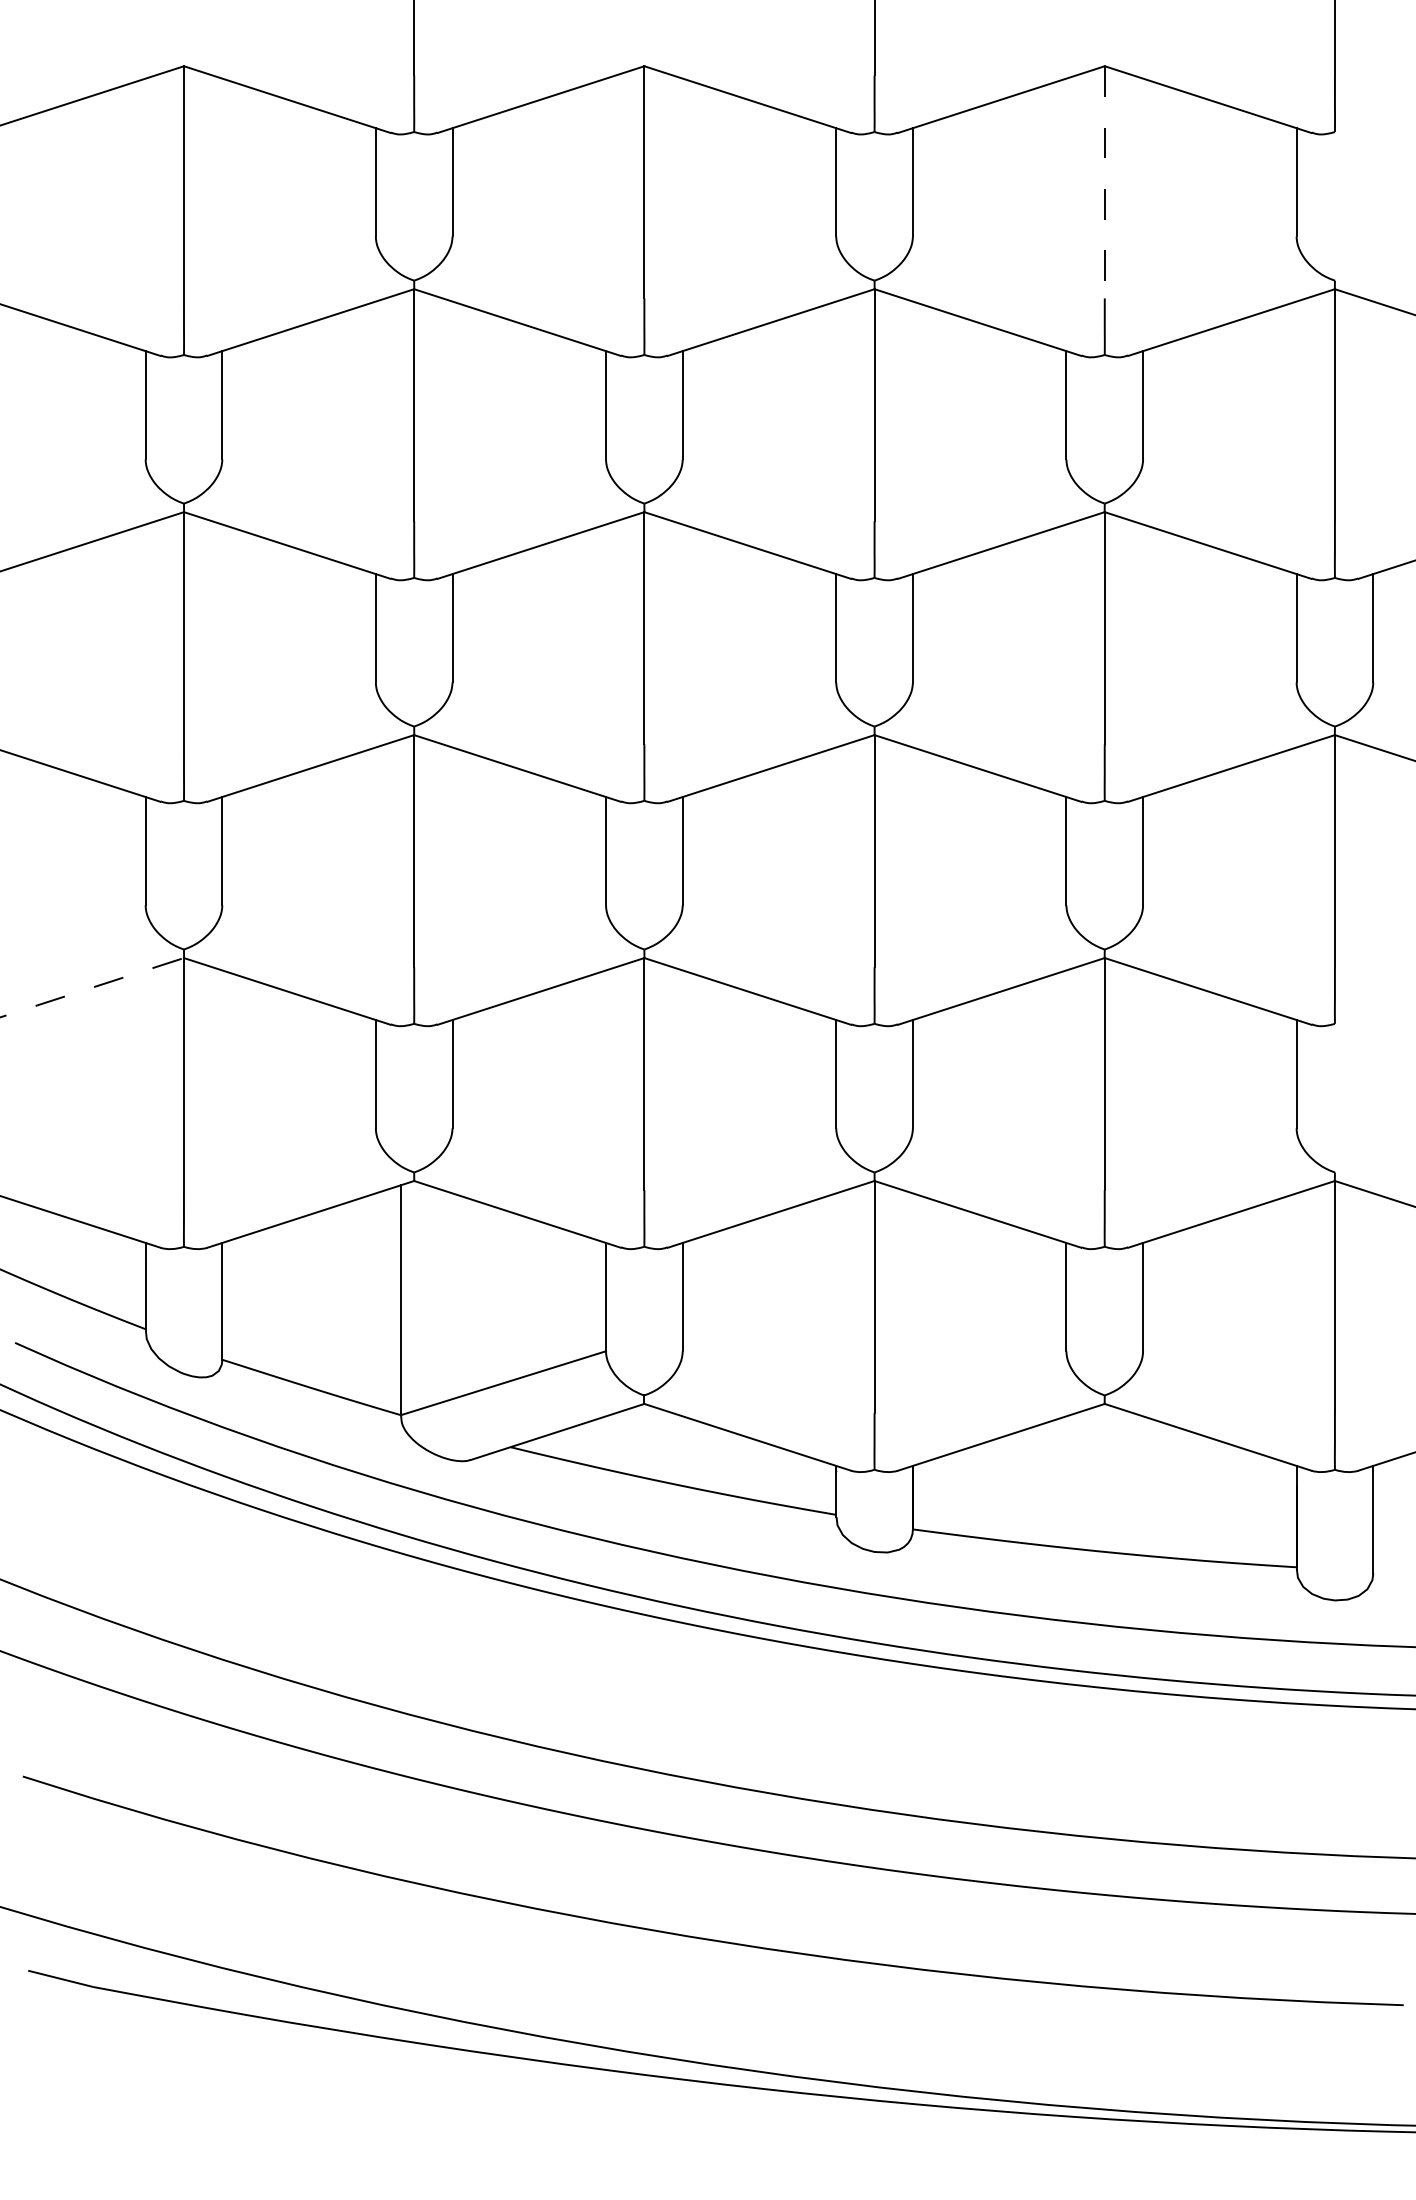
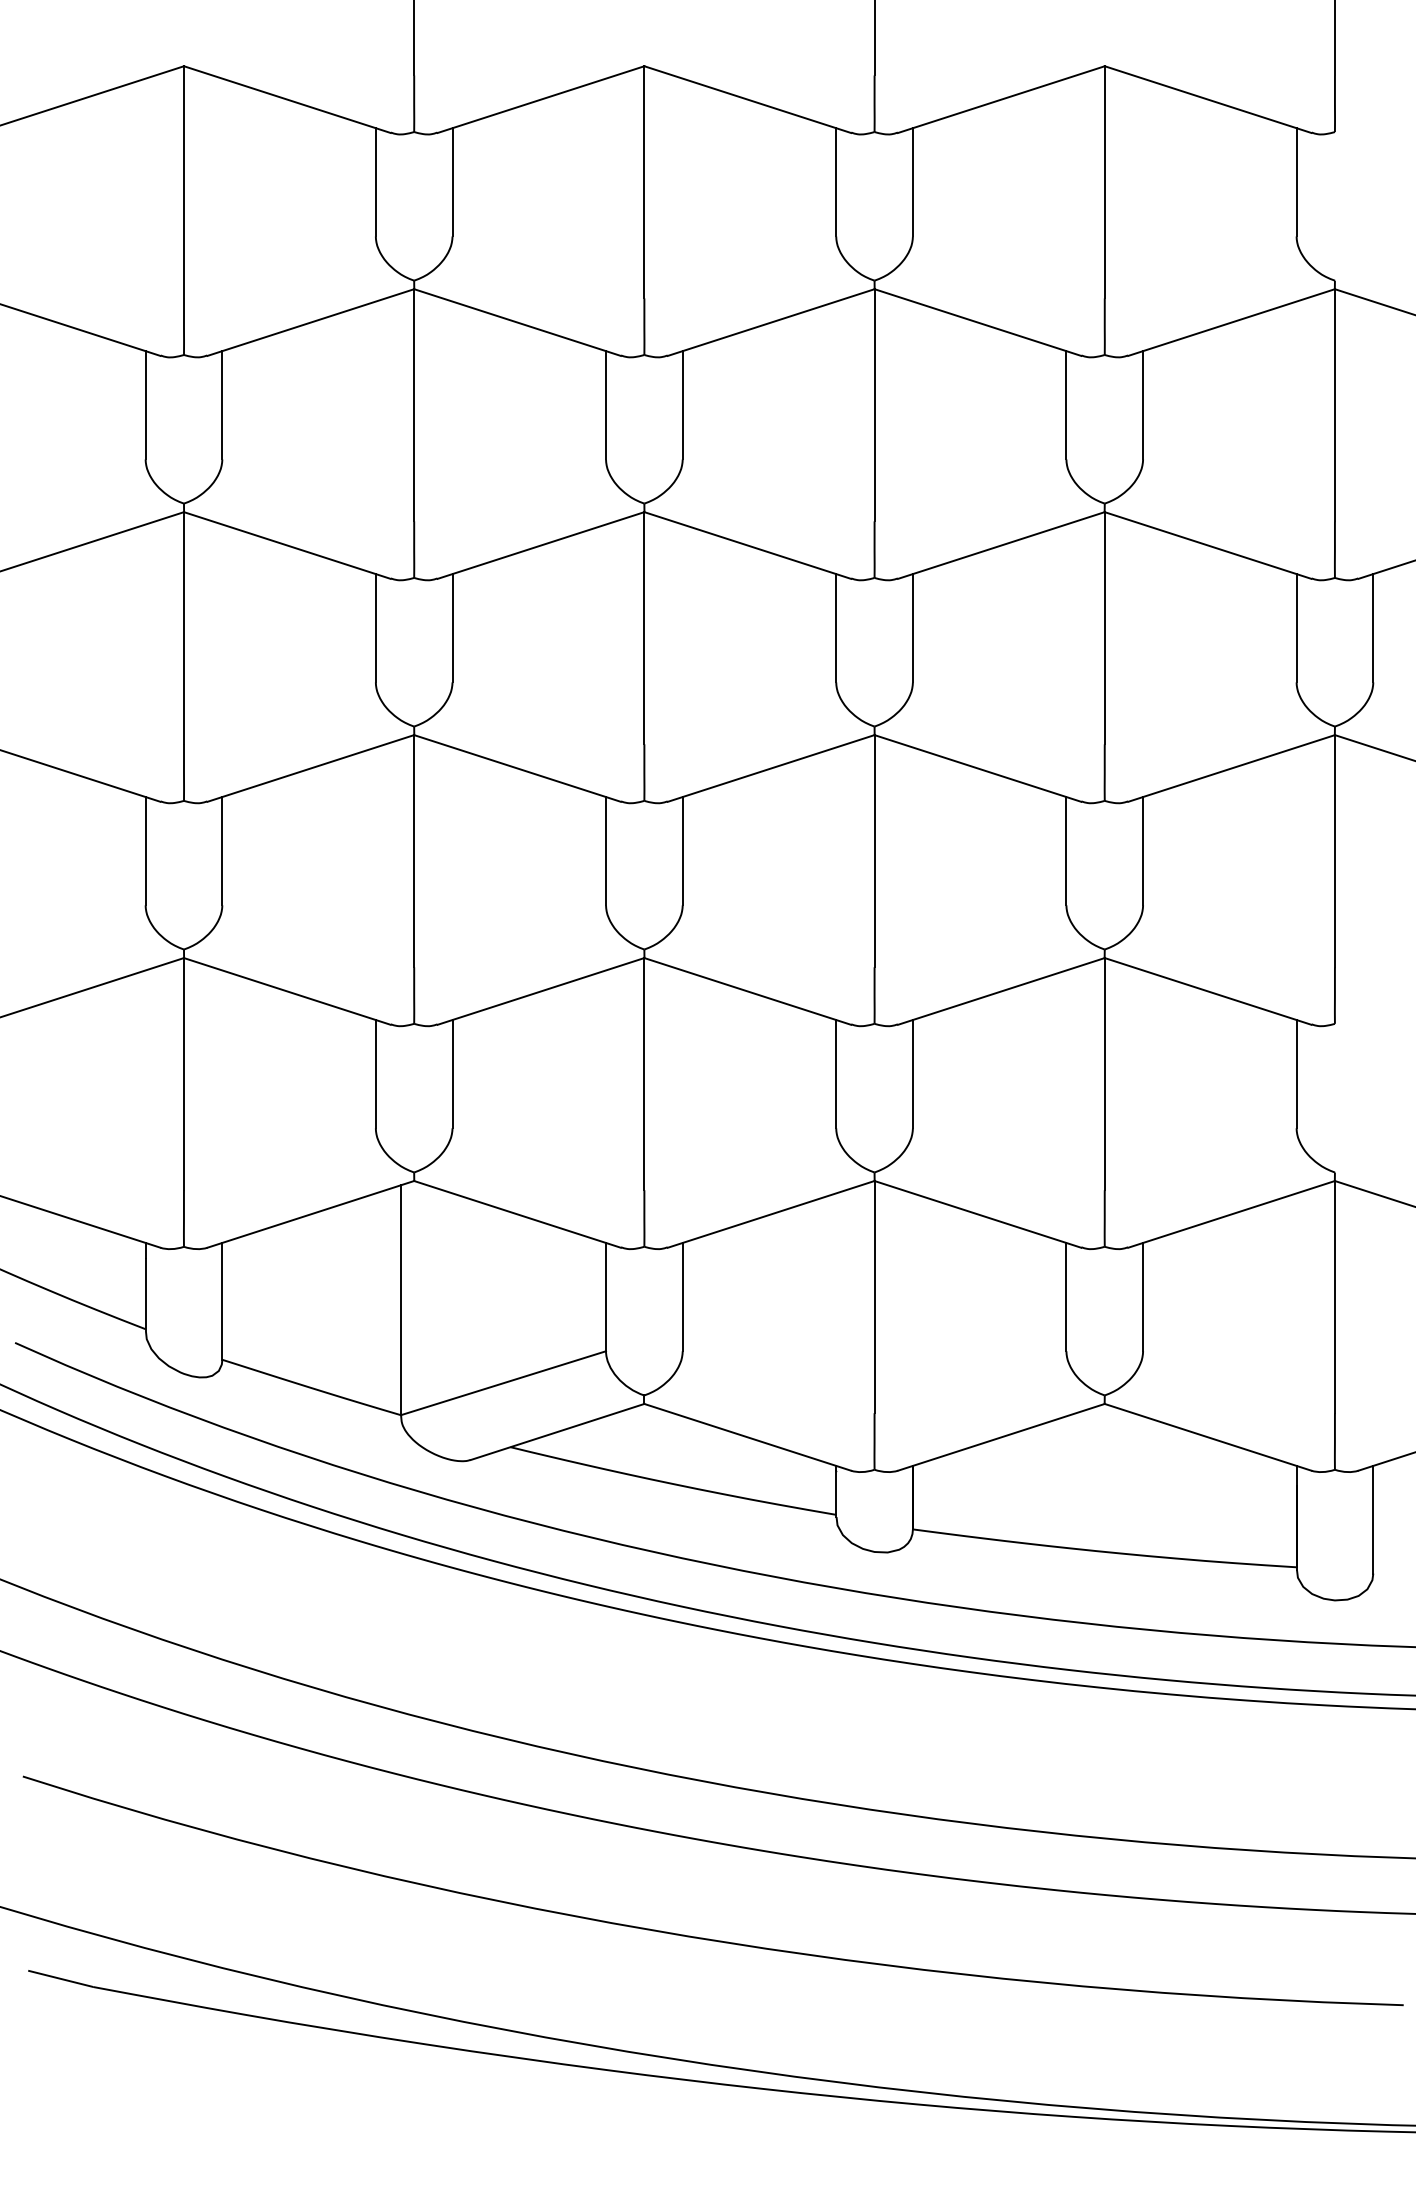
line at (1104, 182): dashed -> solid
line at (92, 987): dashed -> solid
